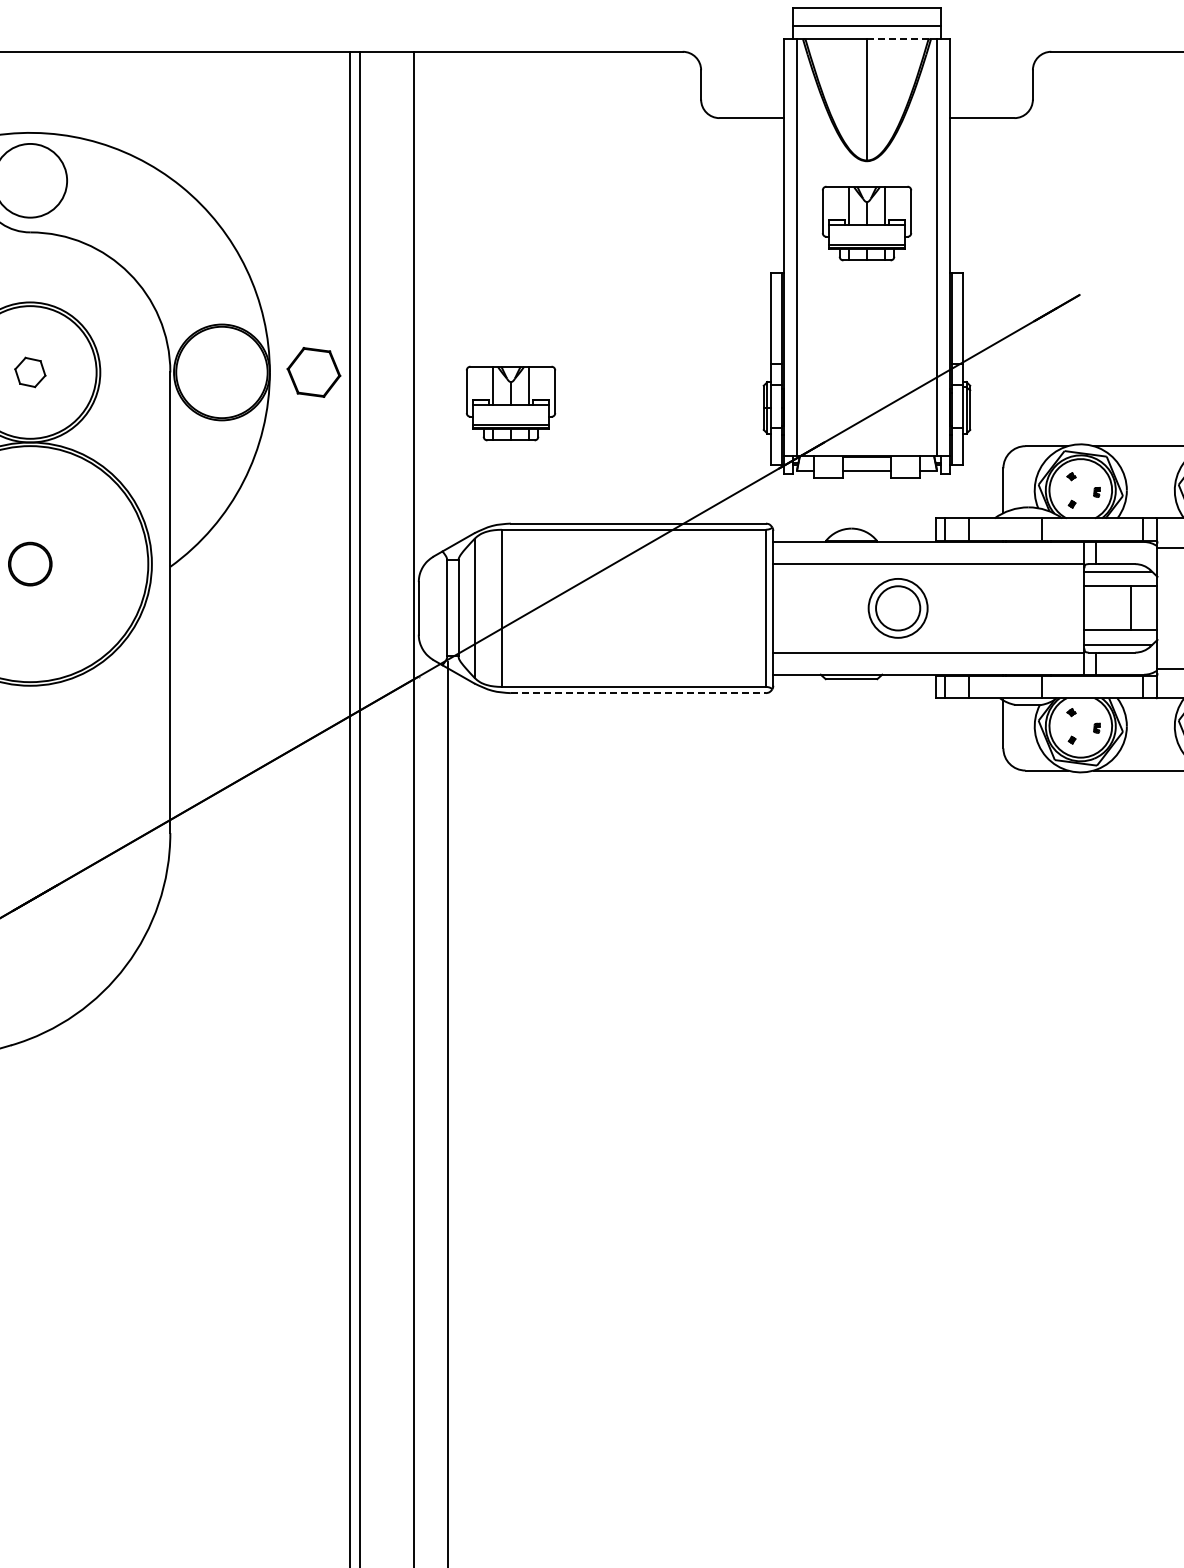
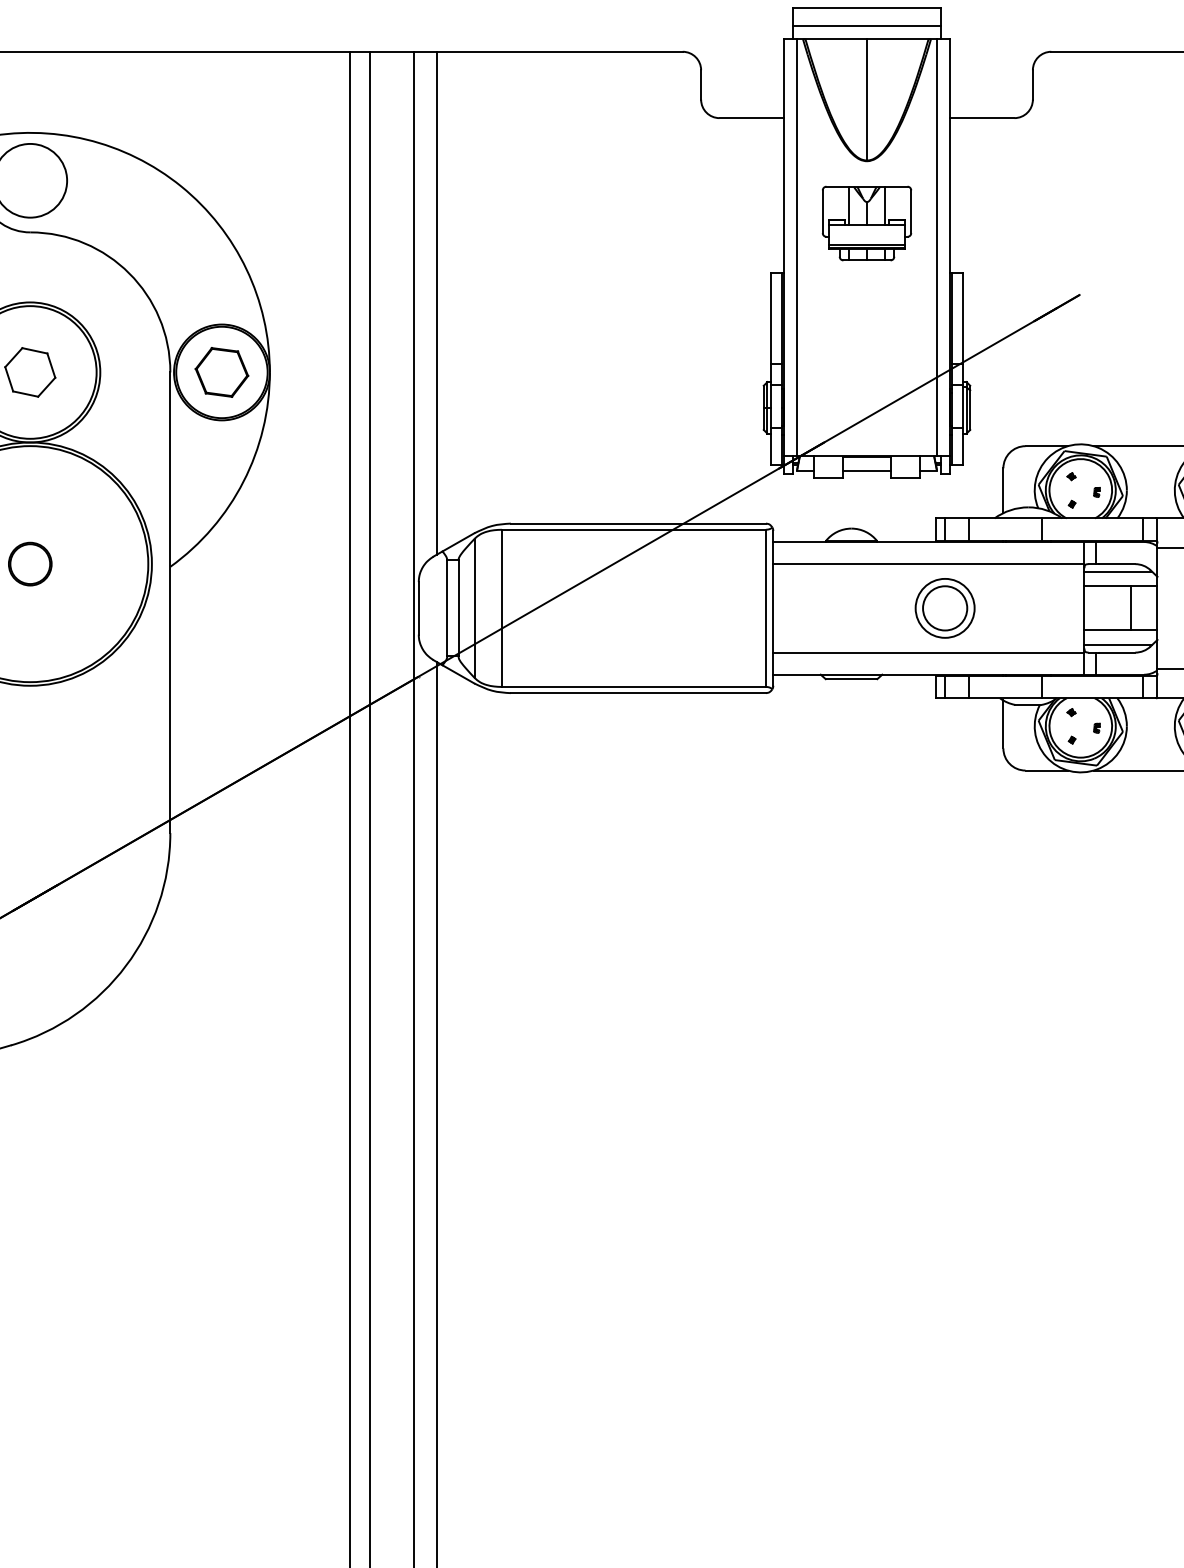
line at (897, 39): dashed -> solid
line at (436, 302): none -> present
part at (30, 372) size: 33x33 px -> 53x51 px
part at (313, 372) position: (313, 372) -> (221, 372)
part at (511, 403): present -> none
part at (897, 608) position: (897, 608) -> (944, 608)
line at (638, 693): dashed -> solid
line at (360, 807) position: (360, 807) -> (370, 807)
line at (447, 1113) position: (447, 1113) -> (436, 1113)
